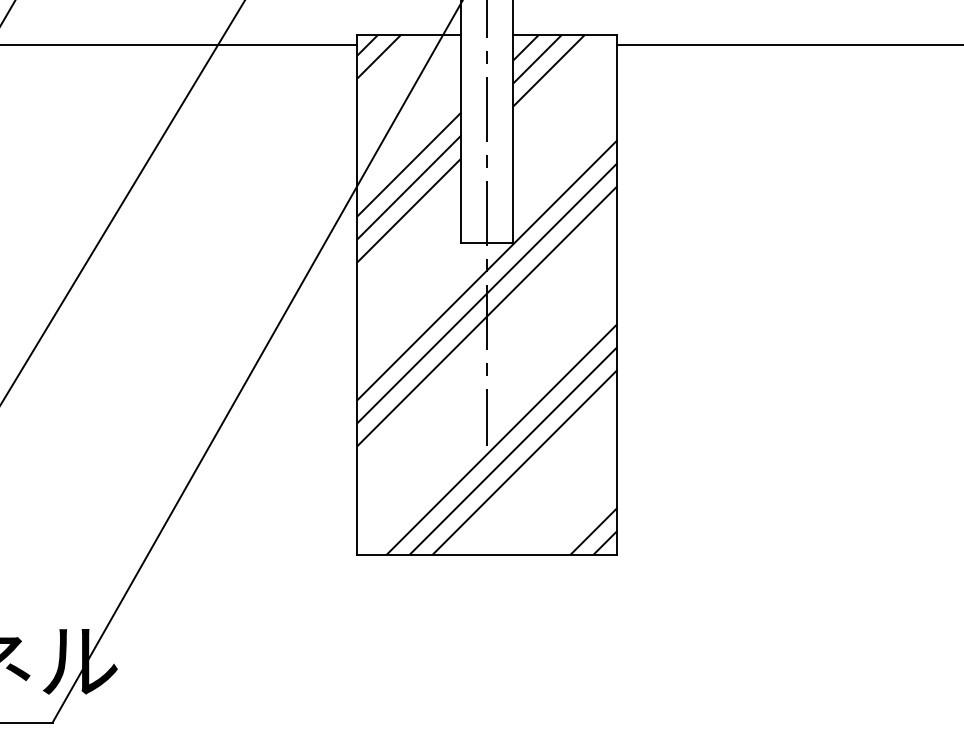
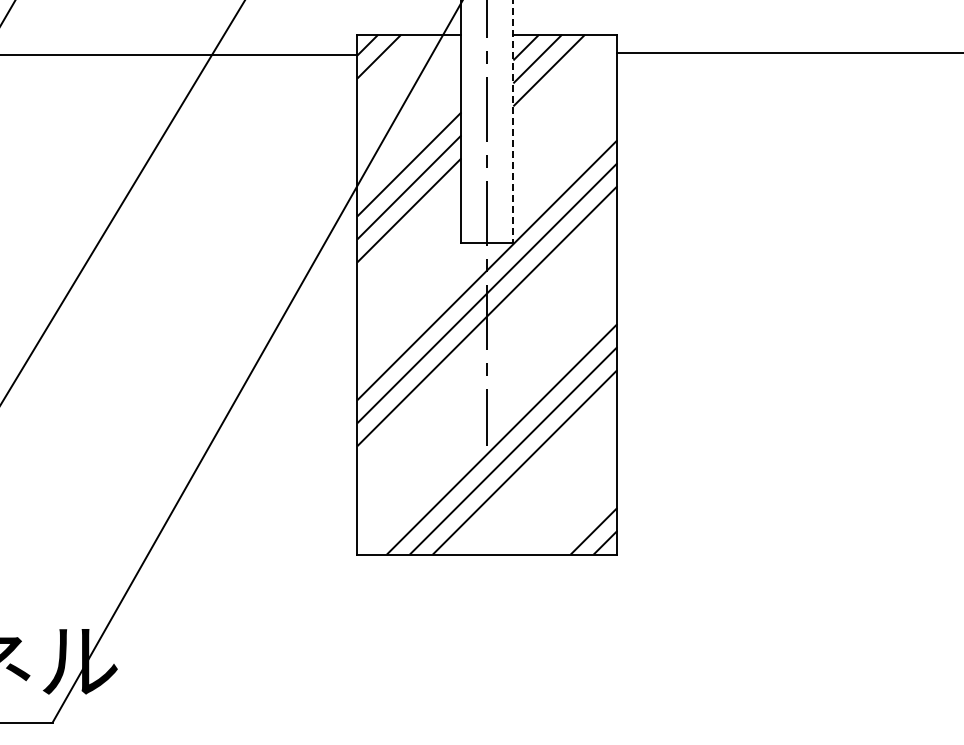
line at (179, 45) position: (179, 45) -> (179, 55)
line at (788, 45) position: (788, 45) -> (788, 53)
line at (513, 121): solid -> dashed
